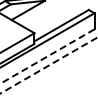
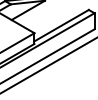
line at (46, 56): dashed -> solid
line at (48, 65): dashed -> solid
